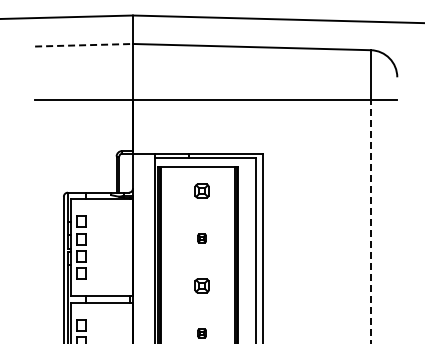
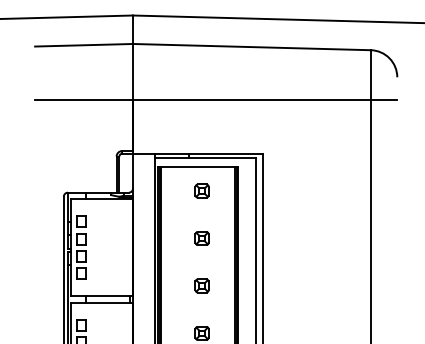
line at (84, 45): dashed -> solid
line at (370, 221): dashed -> solid
part at (201, 238) size: 10x11 px -> 16x15 px
part at (201, 333) size: 10x11 px -> 16x15 px
